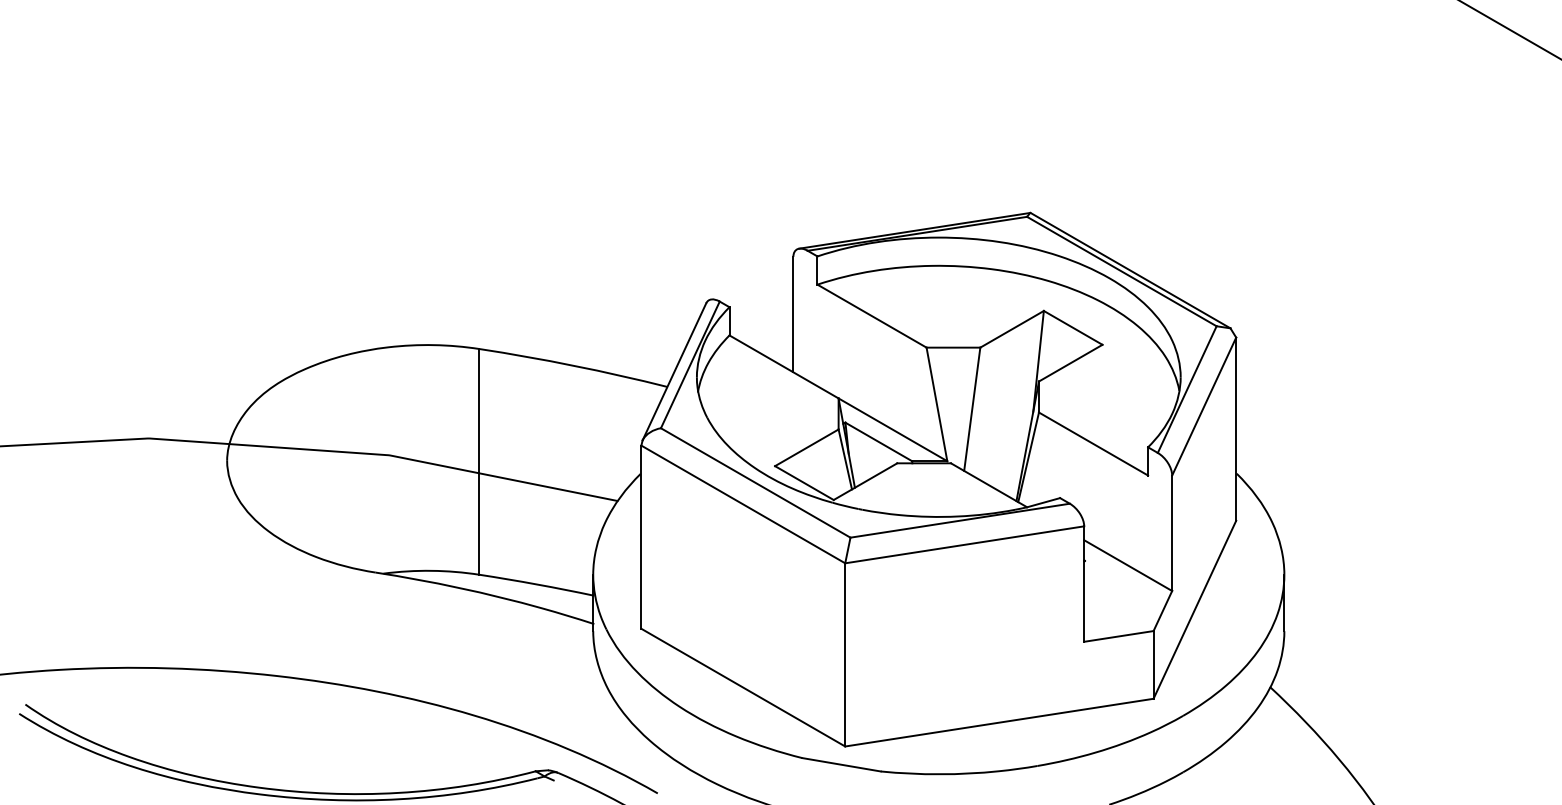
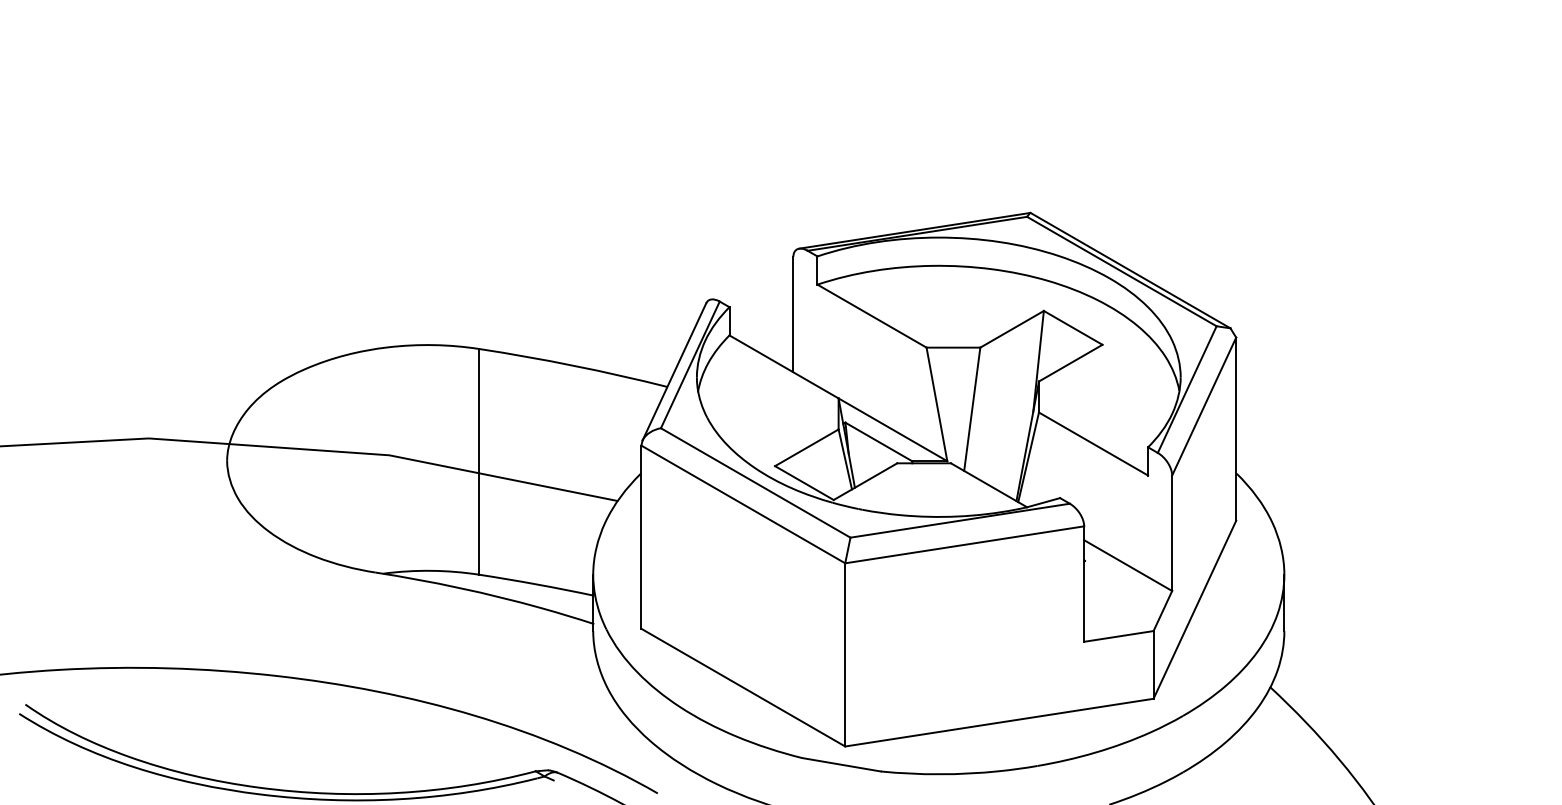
line at (1510, 29): present -> none
